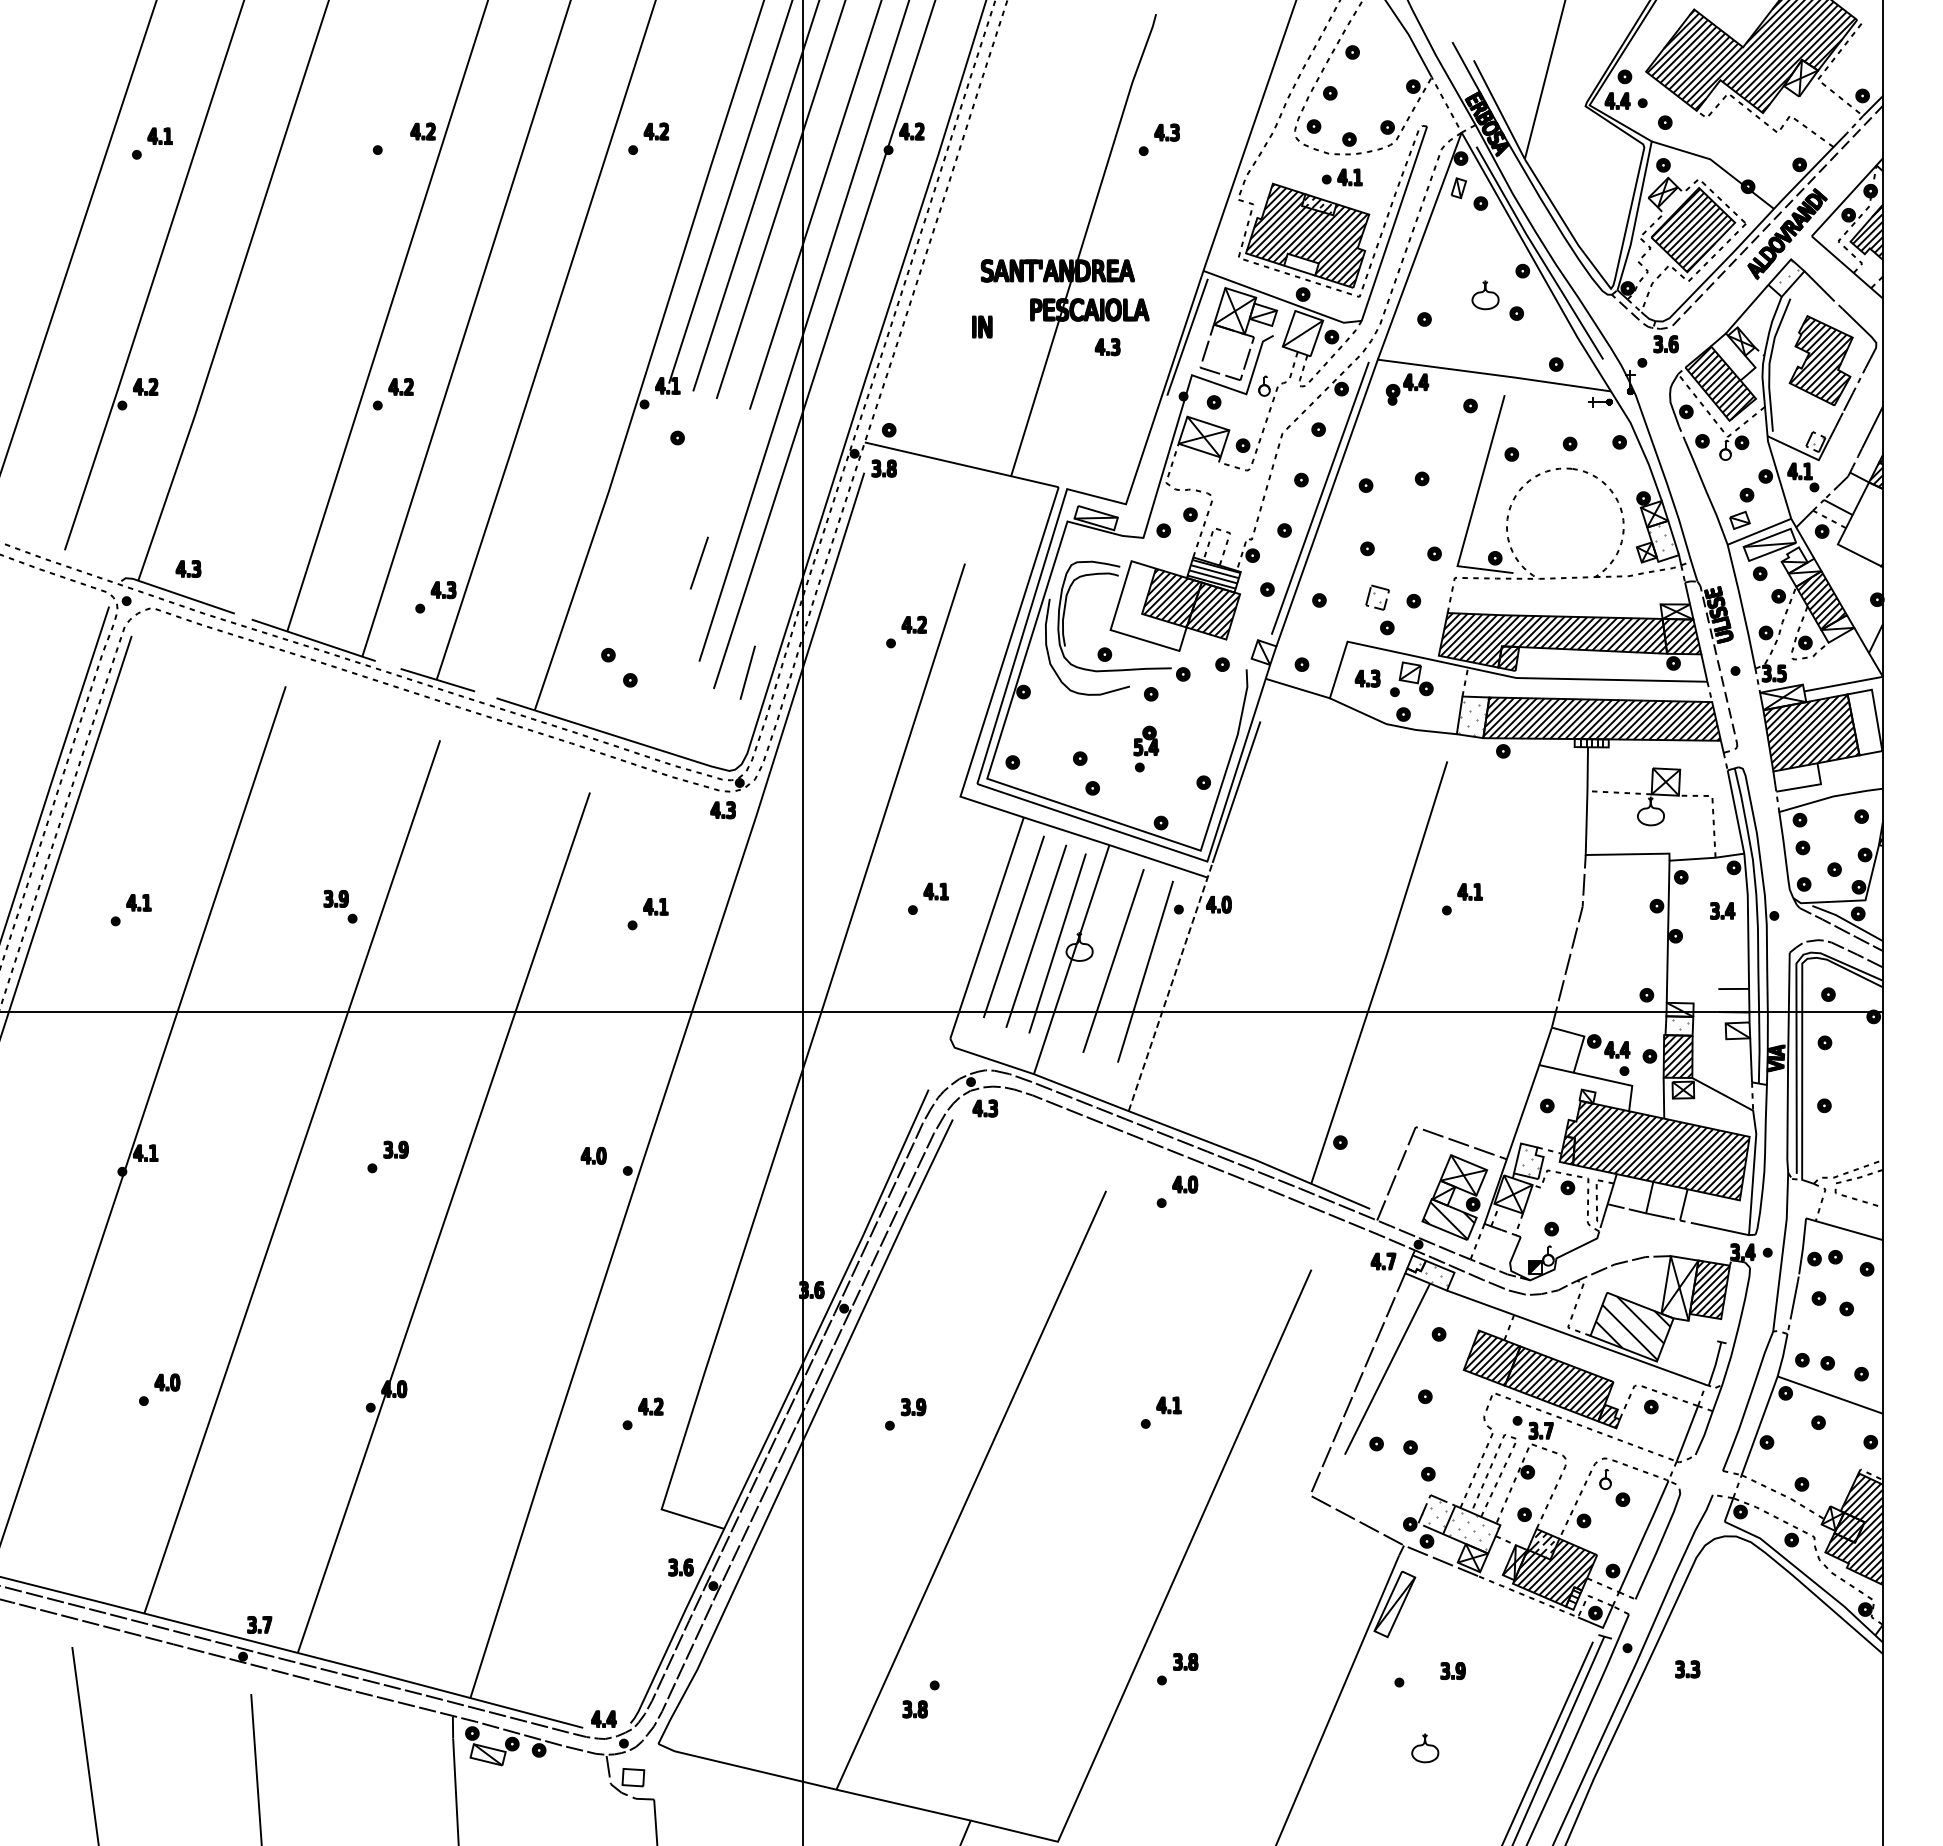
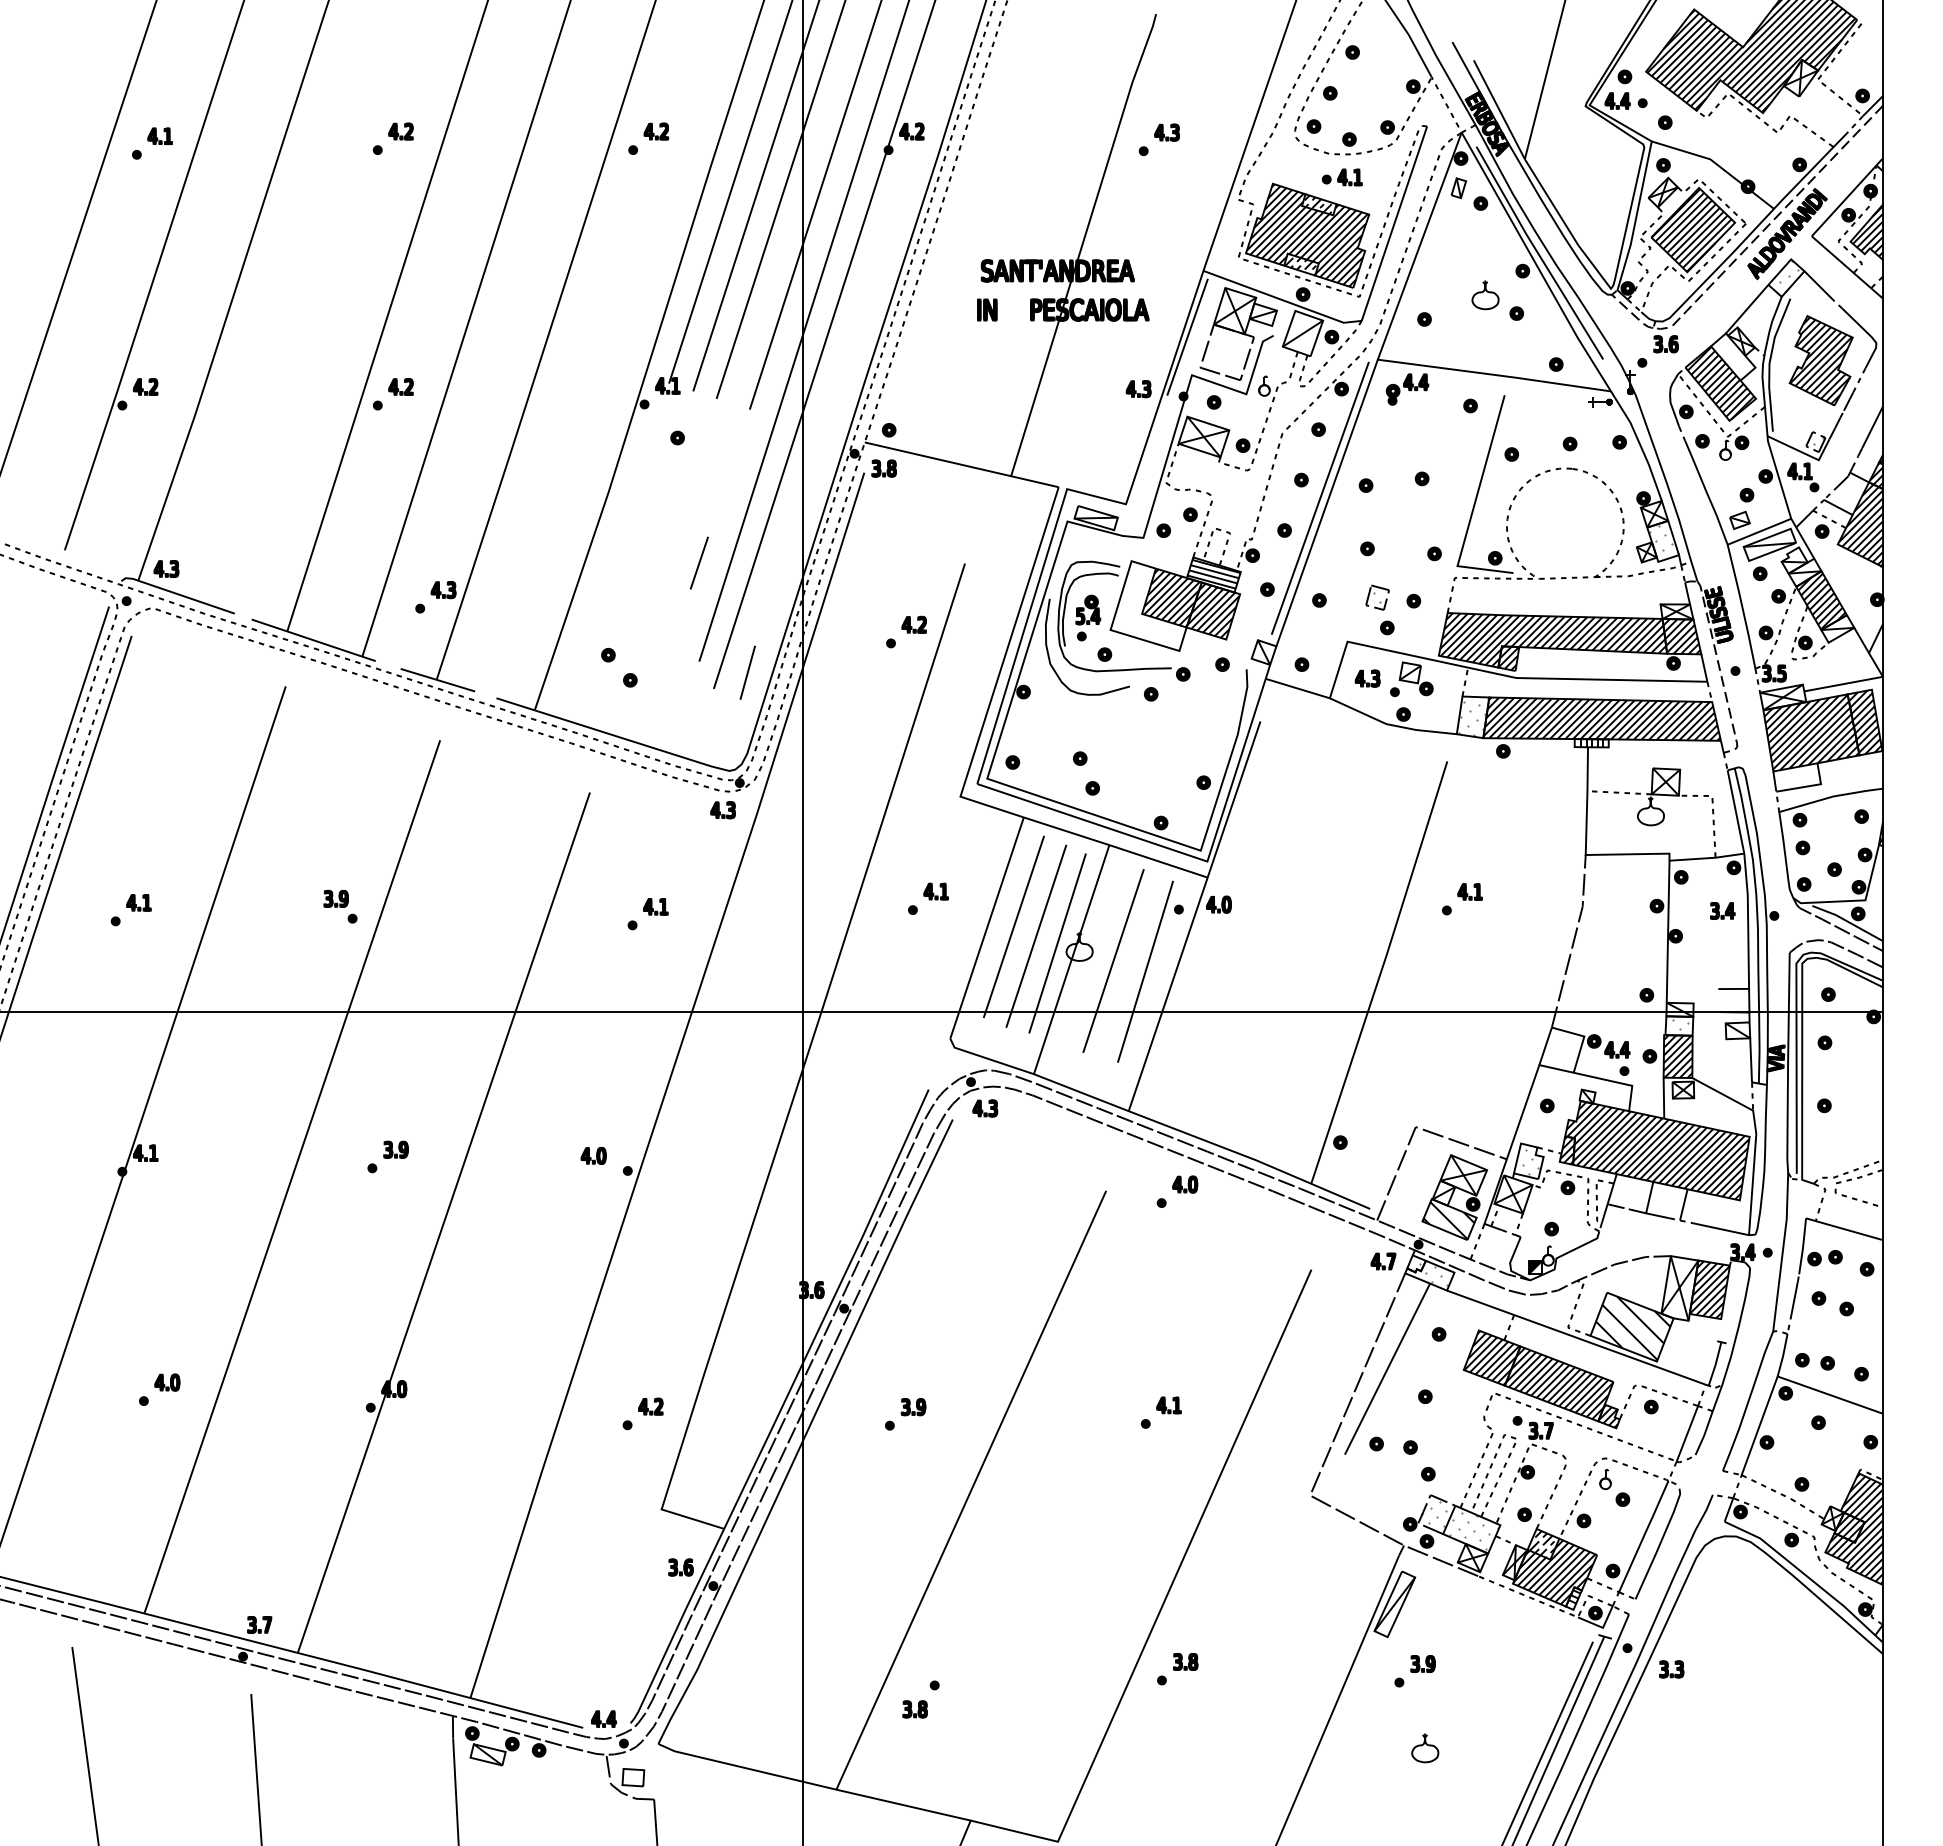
text at (422, 131) position: (422, 131) -> (400, 131)
hatch at (1300, 266): none -> present
text at (982, 326) position: (982, 326) -> (987, 309)
text at (1107, 347) position: (1107, 347) -> (1138, 389)
hatch at (1860, 524): none -> present
text at (188, 568) position: (188, 568) -> (166, 568)
hatch at (1864, 722): none -> present
part at (1146, 748) position: (1146, 748) -> (1088, 617)
line at (1170, 986): dashed -> solid
text at (1687, 1669) position: (1687, 1669) -> (1671, 1669)
text at (1452, 1670) position: (1452, 1670) -> (1422, 1663)
